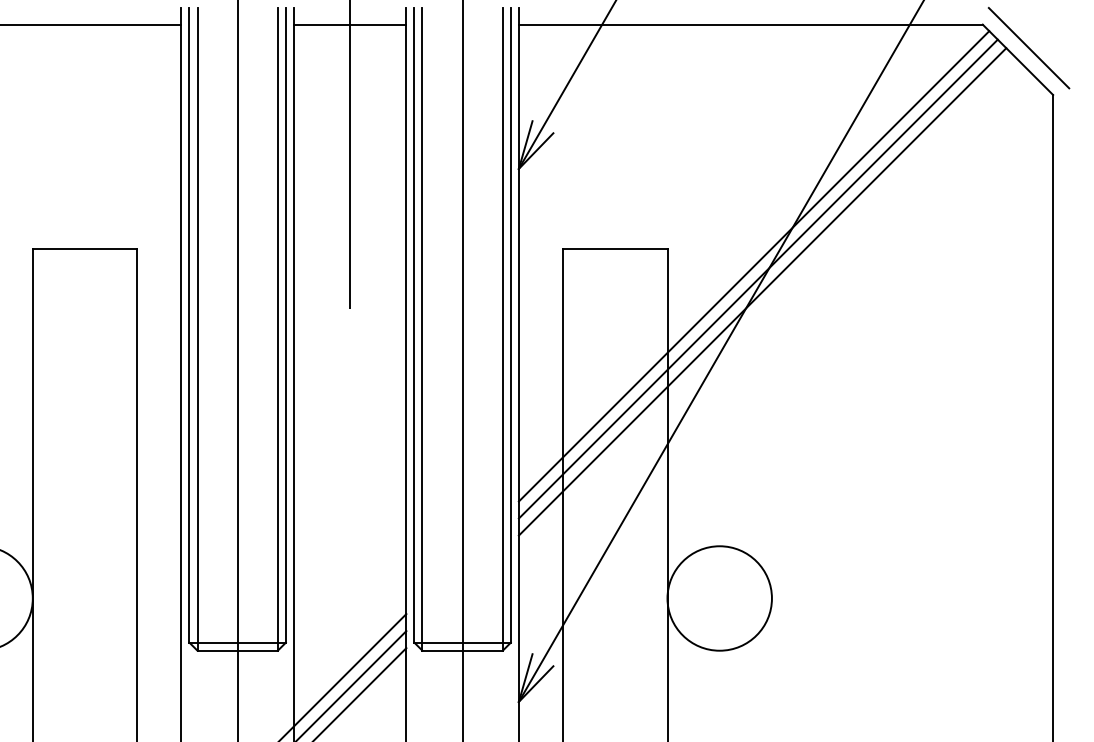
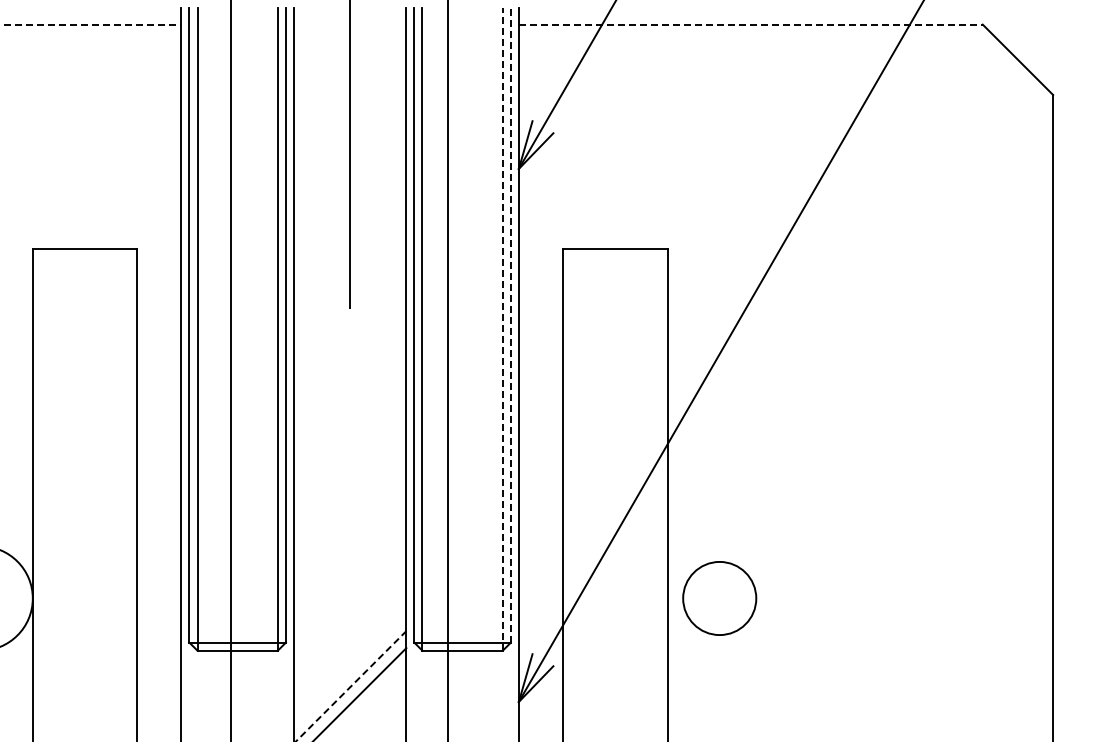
line at (91, 24): solid -> dashed
line at (349, 24): present -> none
line at (750, 24): solid -> dashed
line at (1028, 47): present -> none
line at (753, 266): present -> none
line at (757, 278): present -> none
line at (762, 291): present -> none
line at (510, 324): solid -> dashed
line at (502, 328): solid -> dashed
line at (237, 370) position: (237, 370) -> (230, 370)
line at (462, 370) position: (462, 370) -> (447, 370)
circle at (719, 598) diameter: 104 px -> 73 px
line at (343, 676): present -> none
line at (351, 686): solid -> dashed
